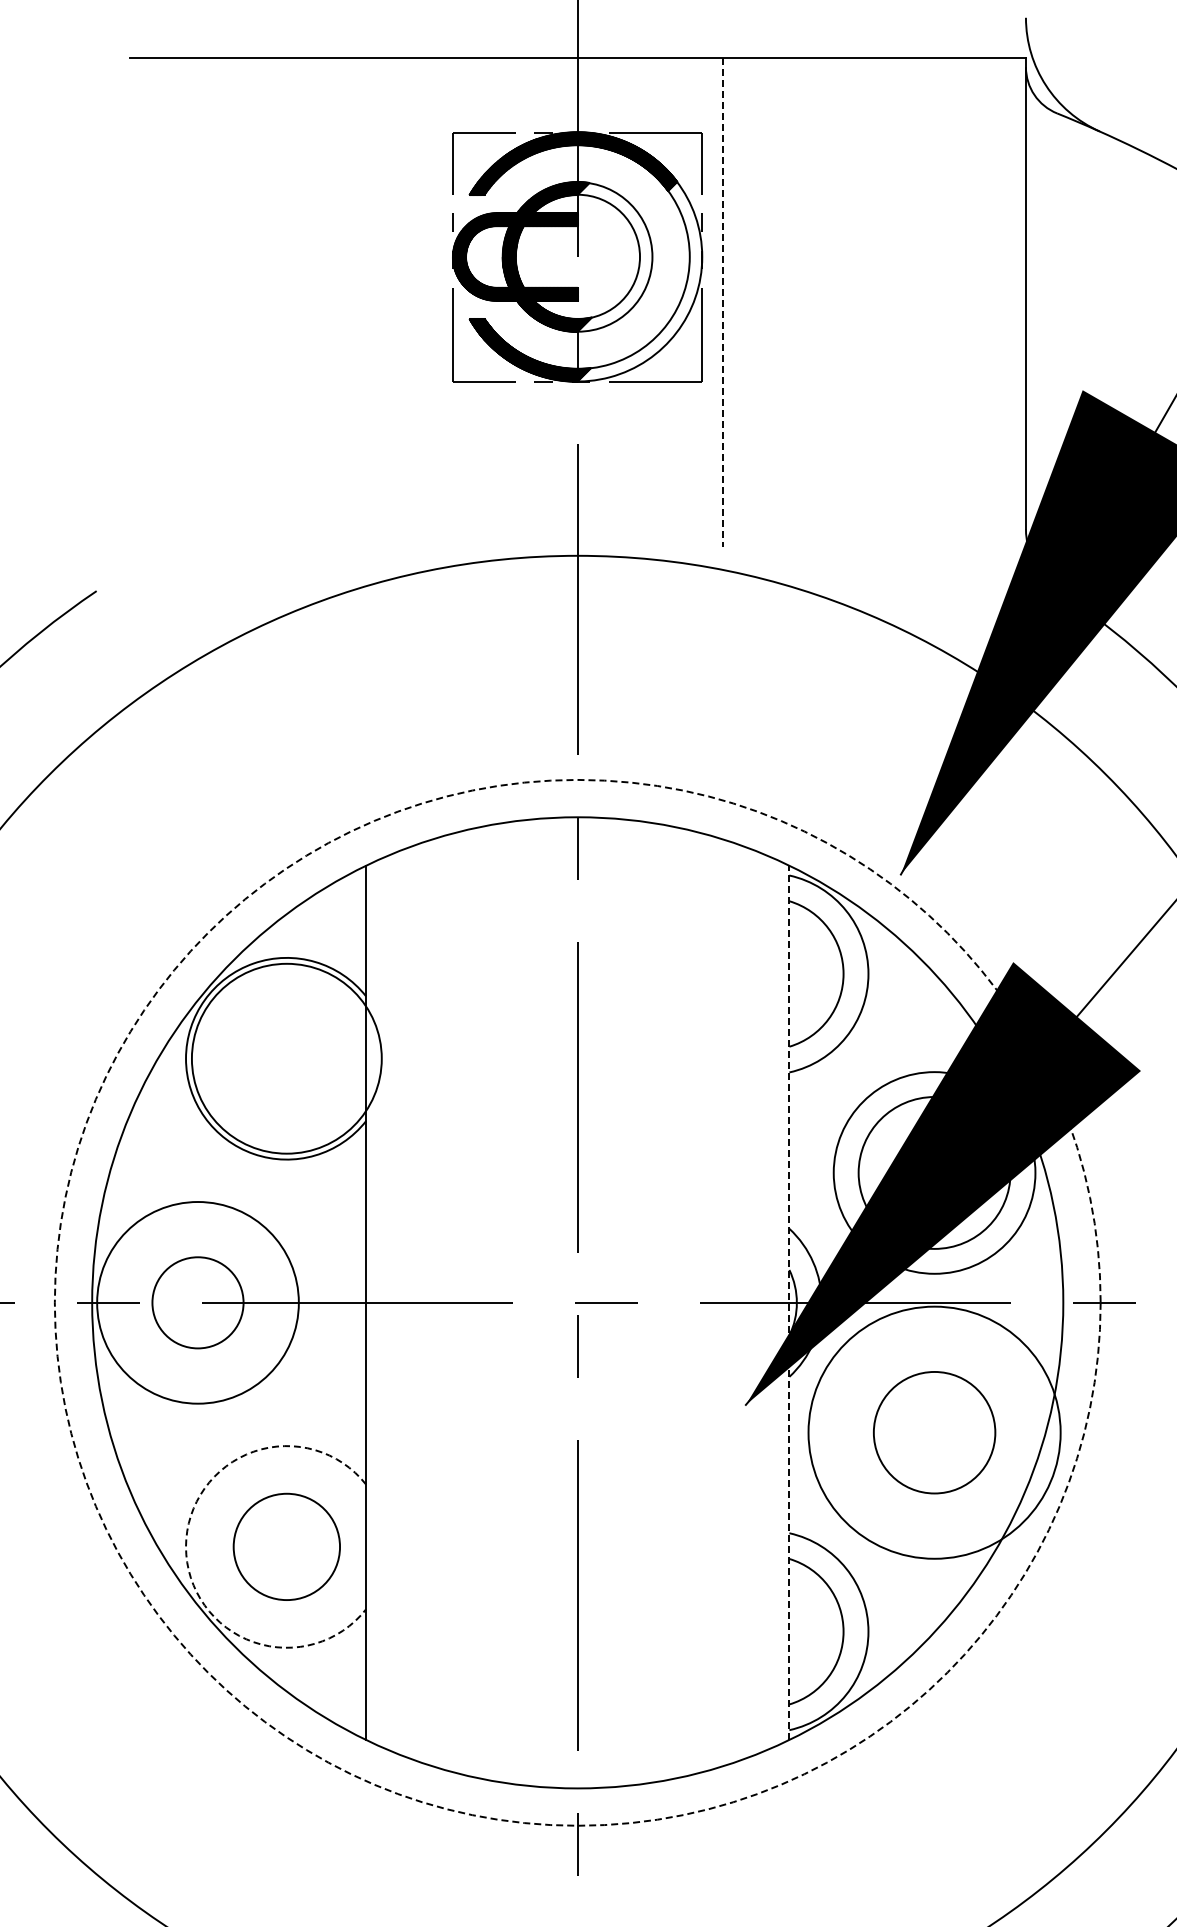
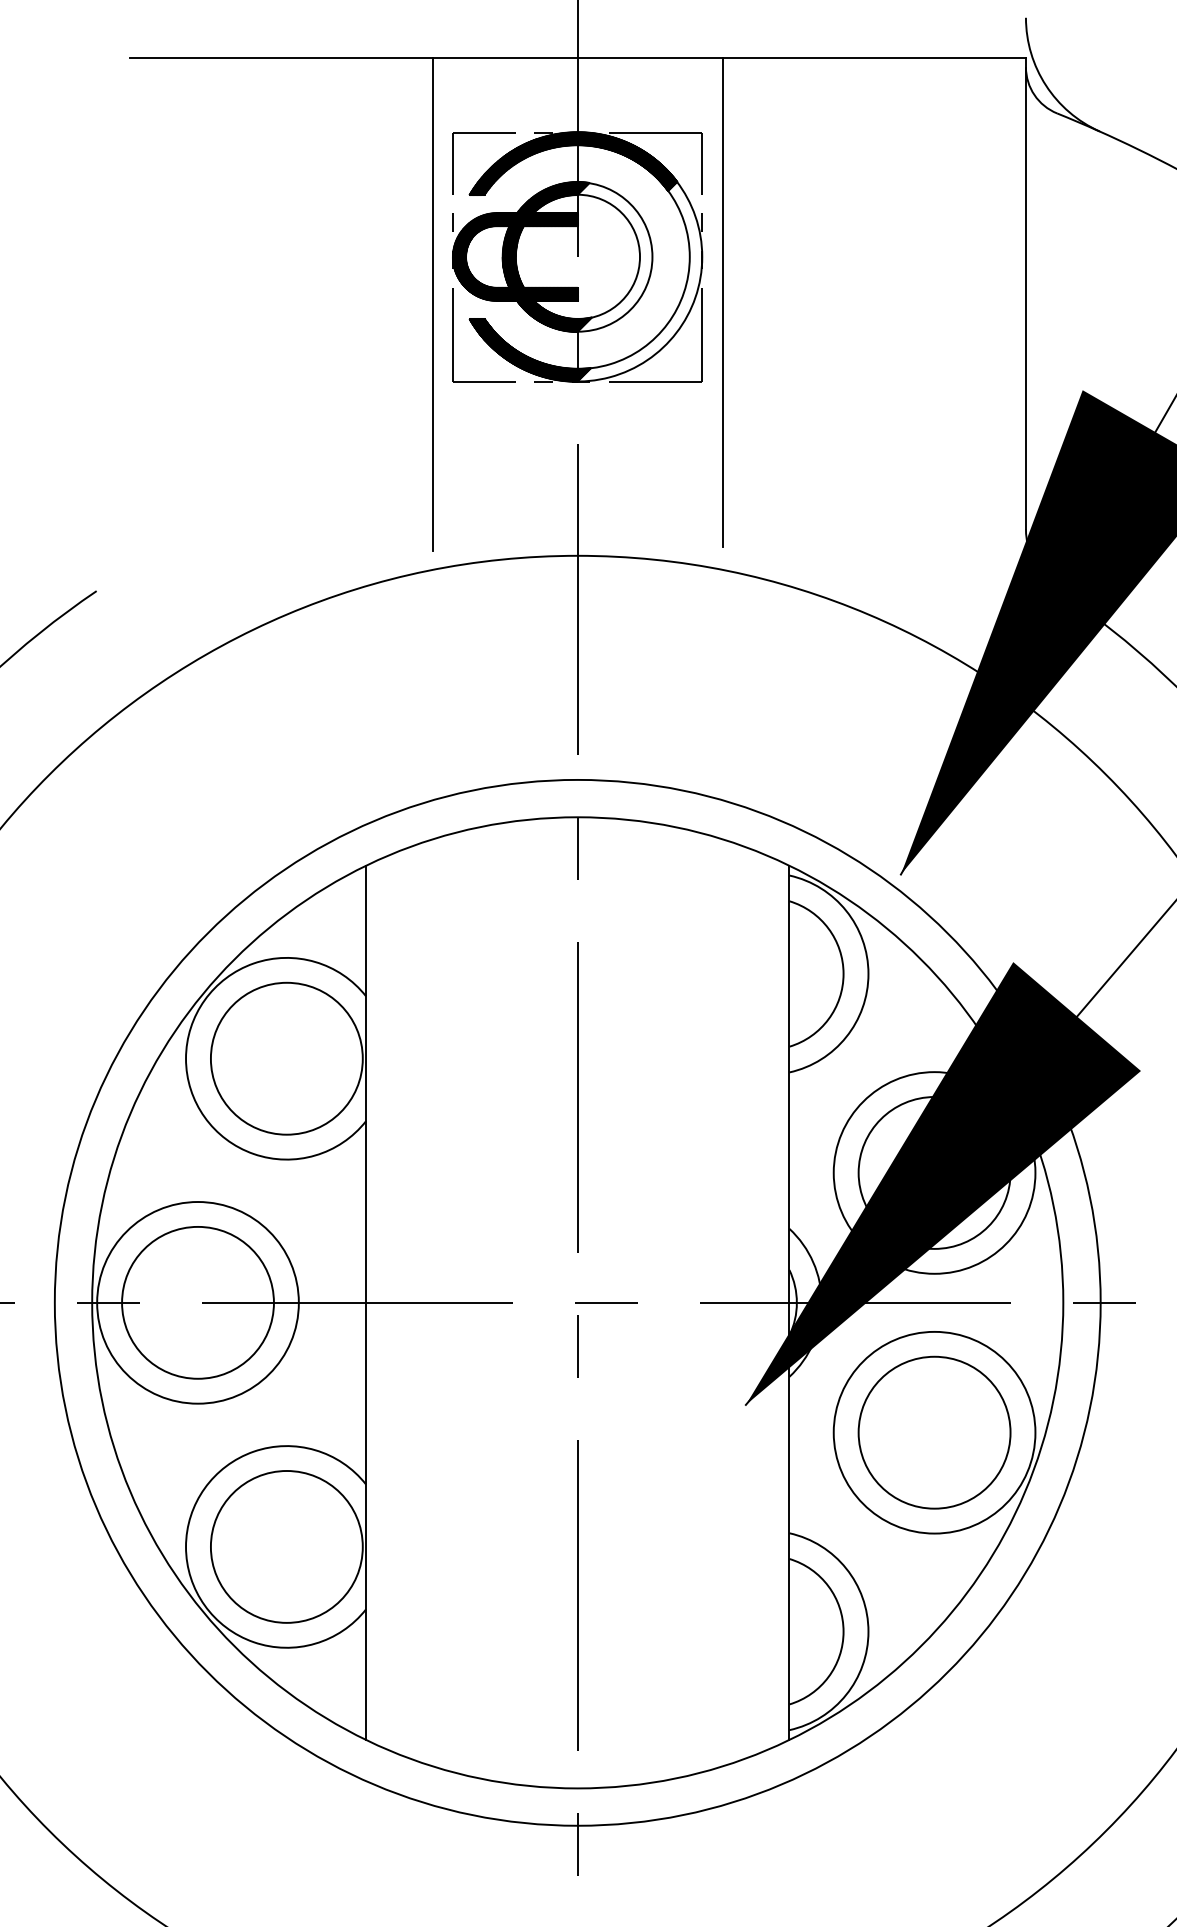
line at (722, 302): dashed -> solid
line at (432, 303): none -> present
circle at (286, 1058) diameter: 190 px -> 152 px
circle at (197, 1302) diameter: 91 px -> 152 px
circle at (577, 1302): dashed -> solid
line at (789, 1302): dashed -> solid
circle at (934, 1432) diameter: 122 px -> 152 px
circle at (934, 1432) diameter: 252 px -> 202 px
arc at (186, 1546): dashed -> solid
circle at (286, 1546) diameter: 106 px -> 152 px
